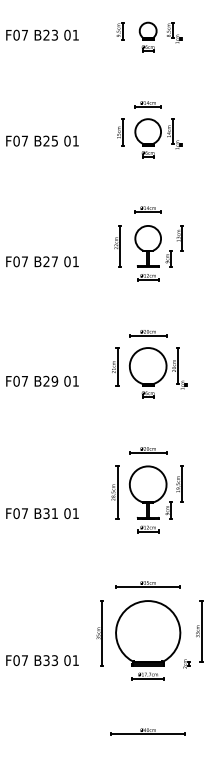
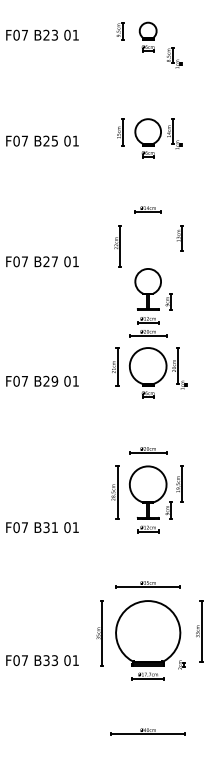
part at (174, 32) position: (174, 32) -> (174, 57)
part at (147, 104): present -> none
part at (153, 253) position: (153, 253) -> (153, 296)
text at (42, 513) position: (42, 513) -> (42, 527)
part at (186, 663) position: (186, 663) -> (181, 664)
